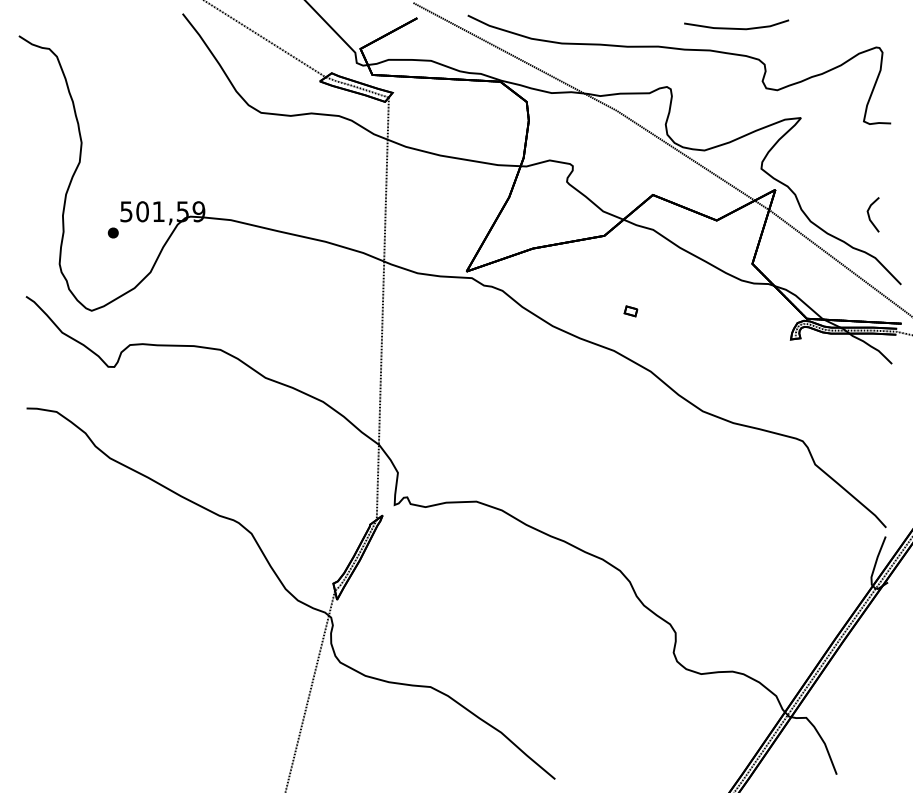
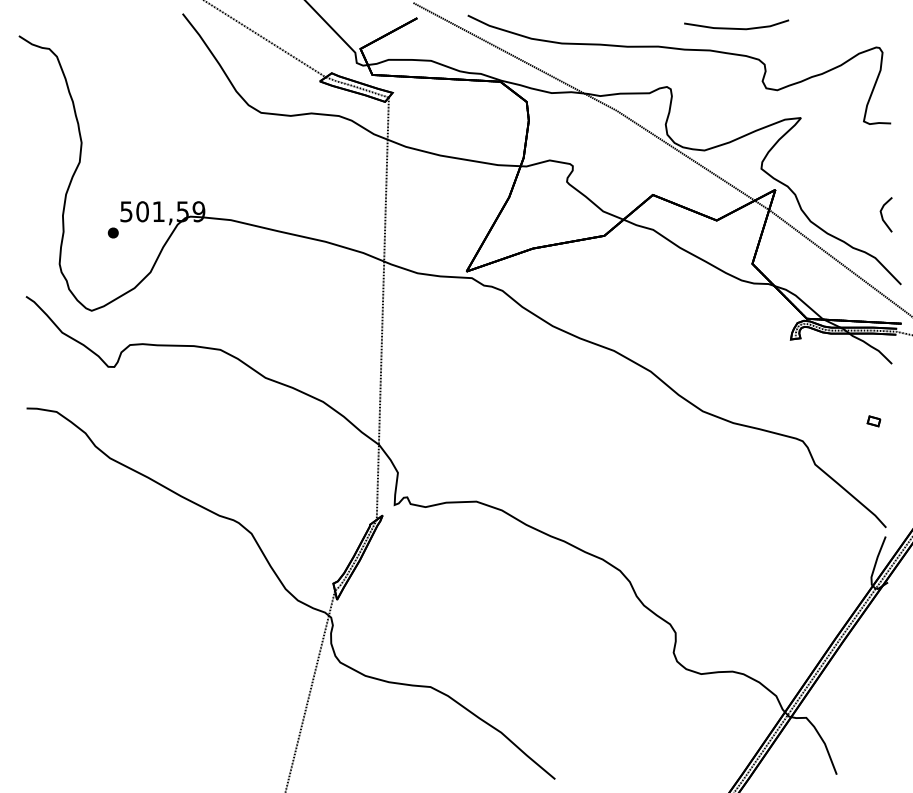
line at (869, 214) position: (869, 214) -> (882, 214)
part at (630, 311) position: (630, 311) -> (873, 421)
